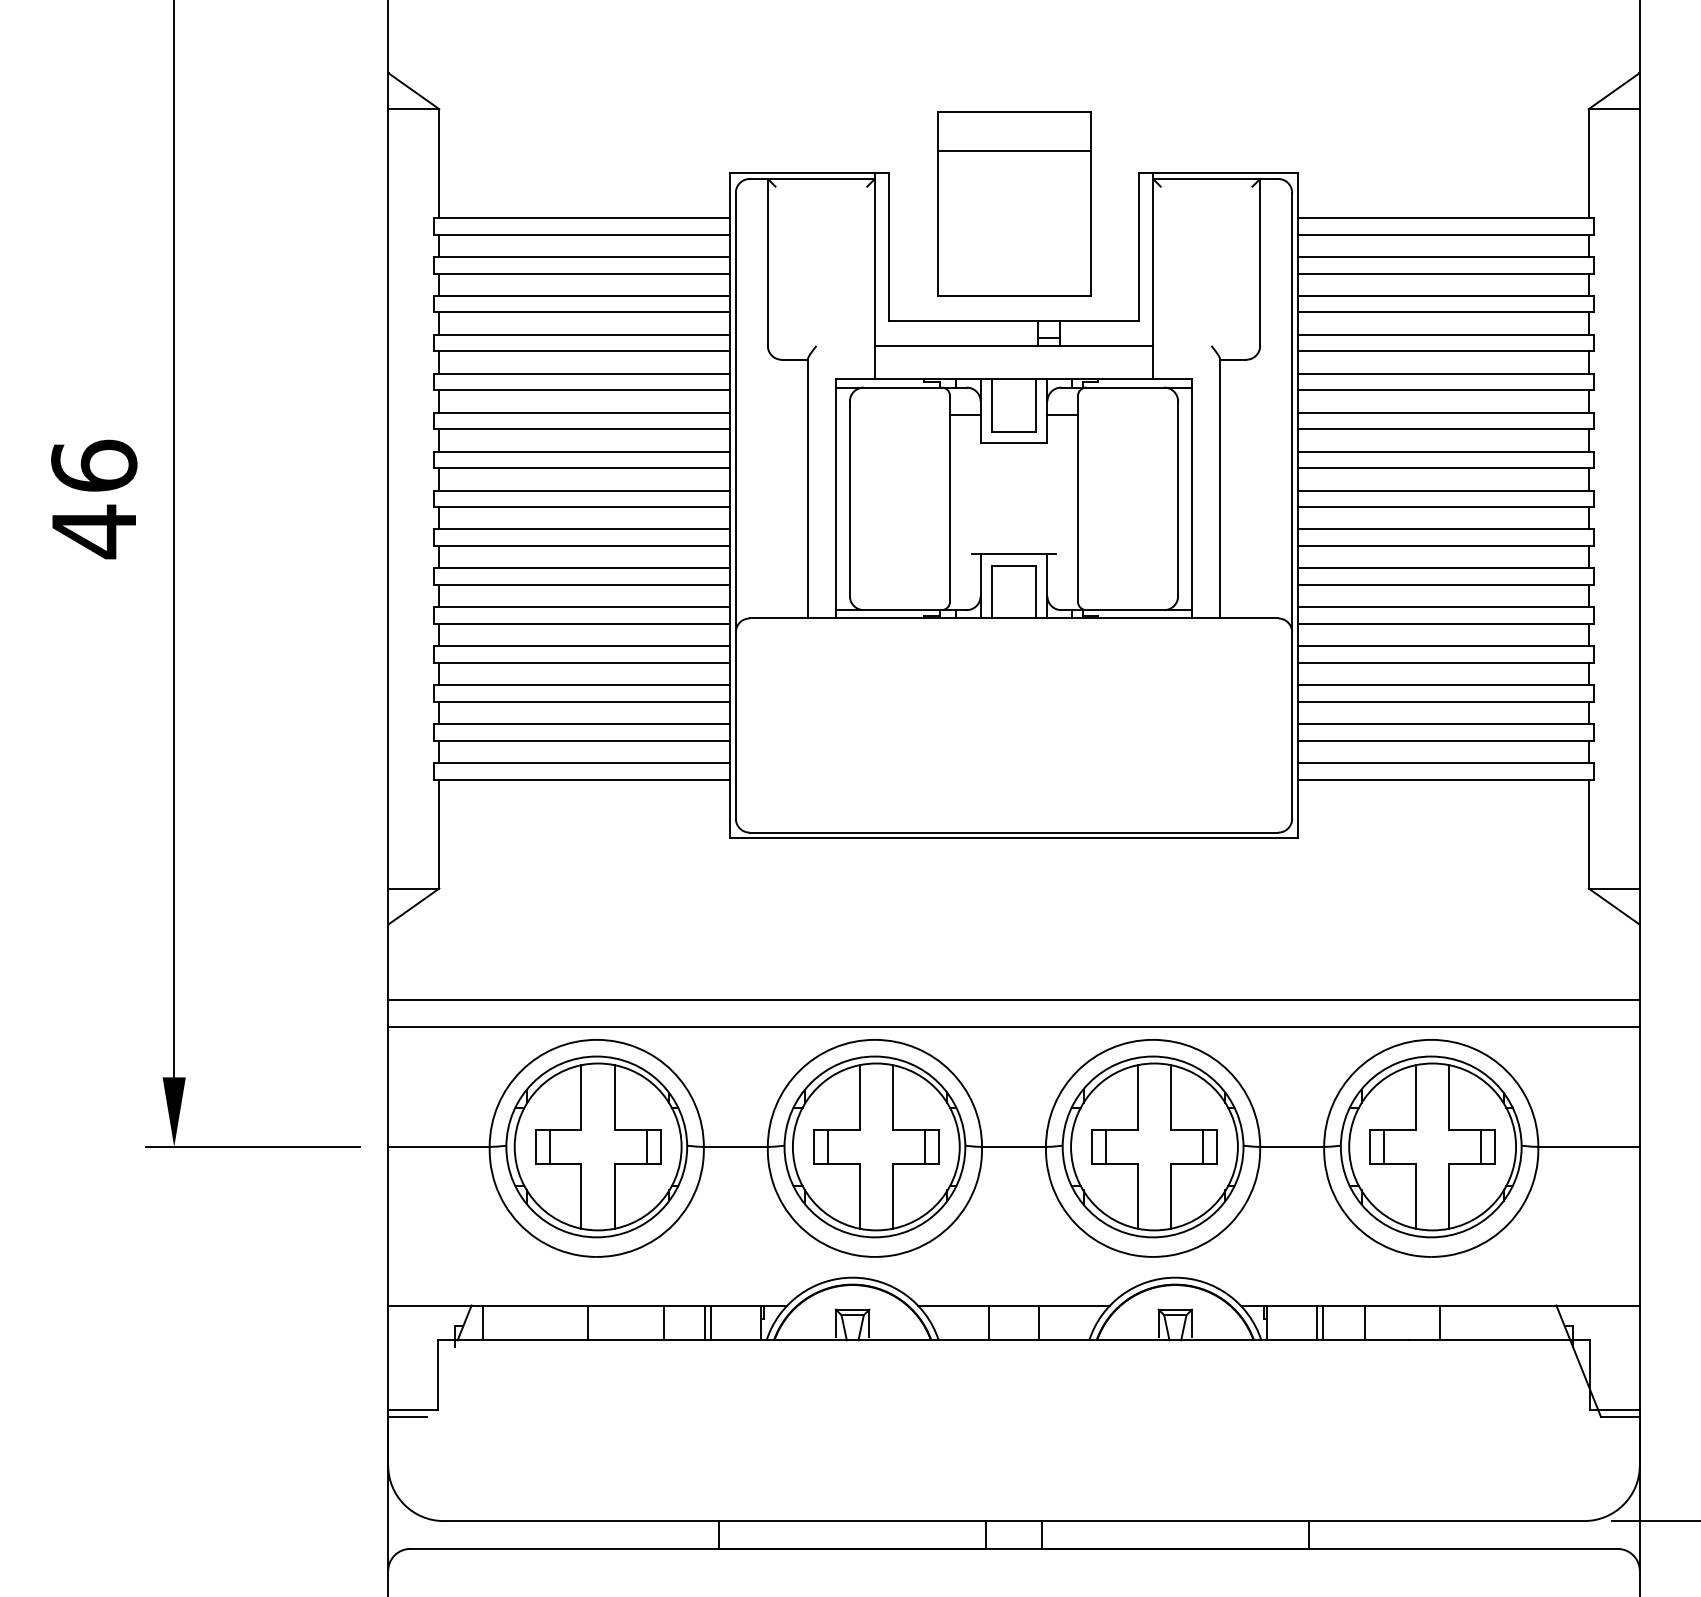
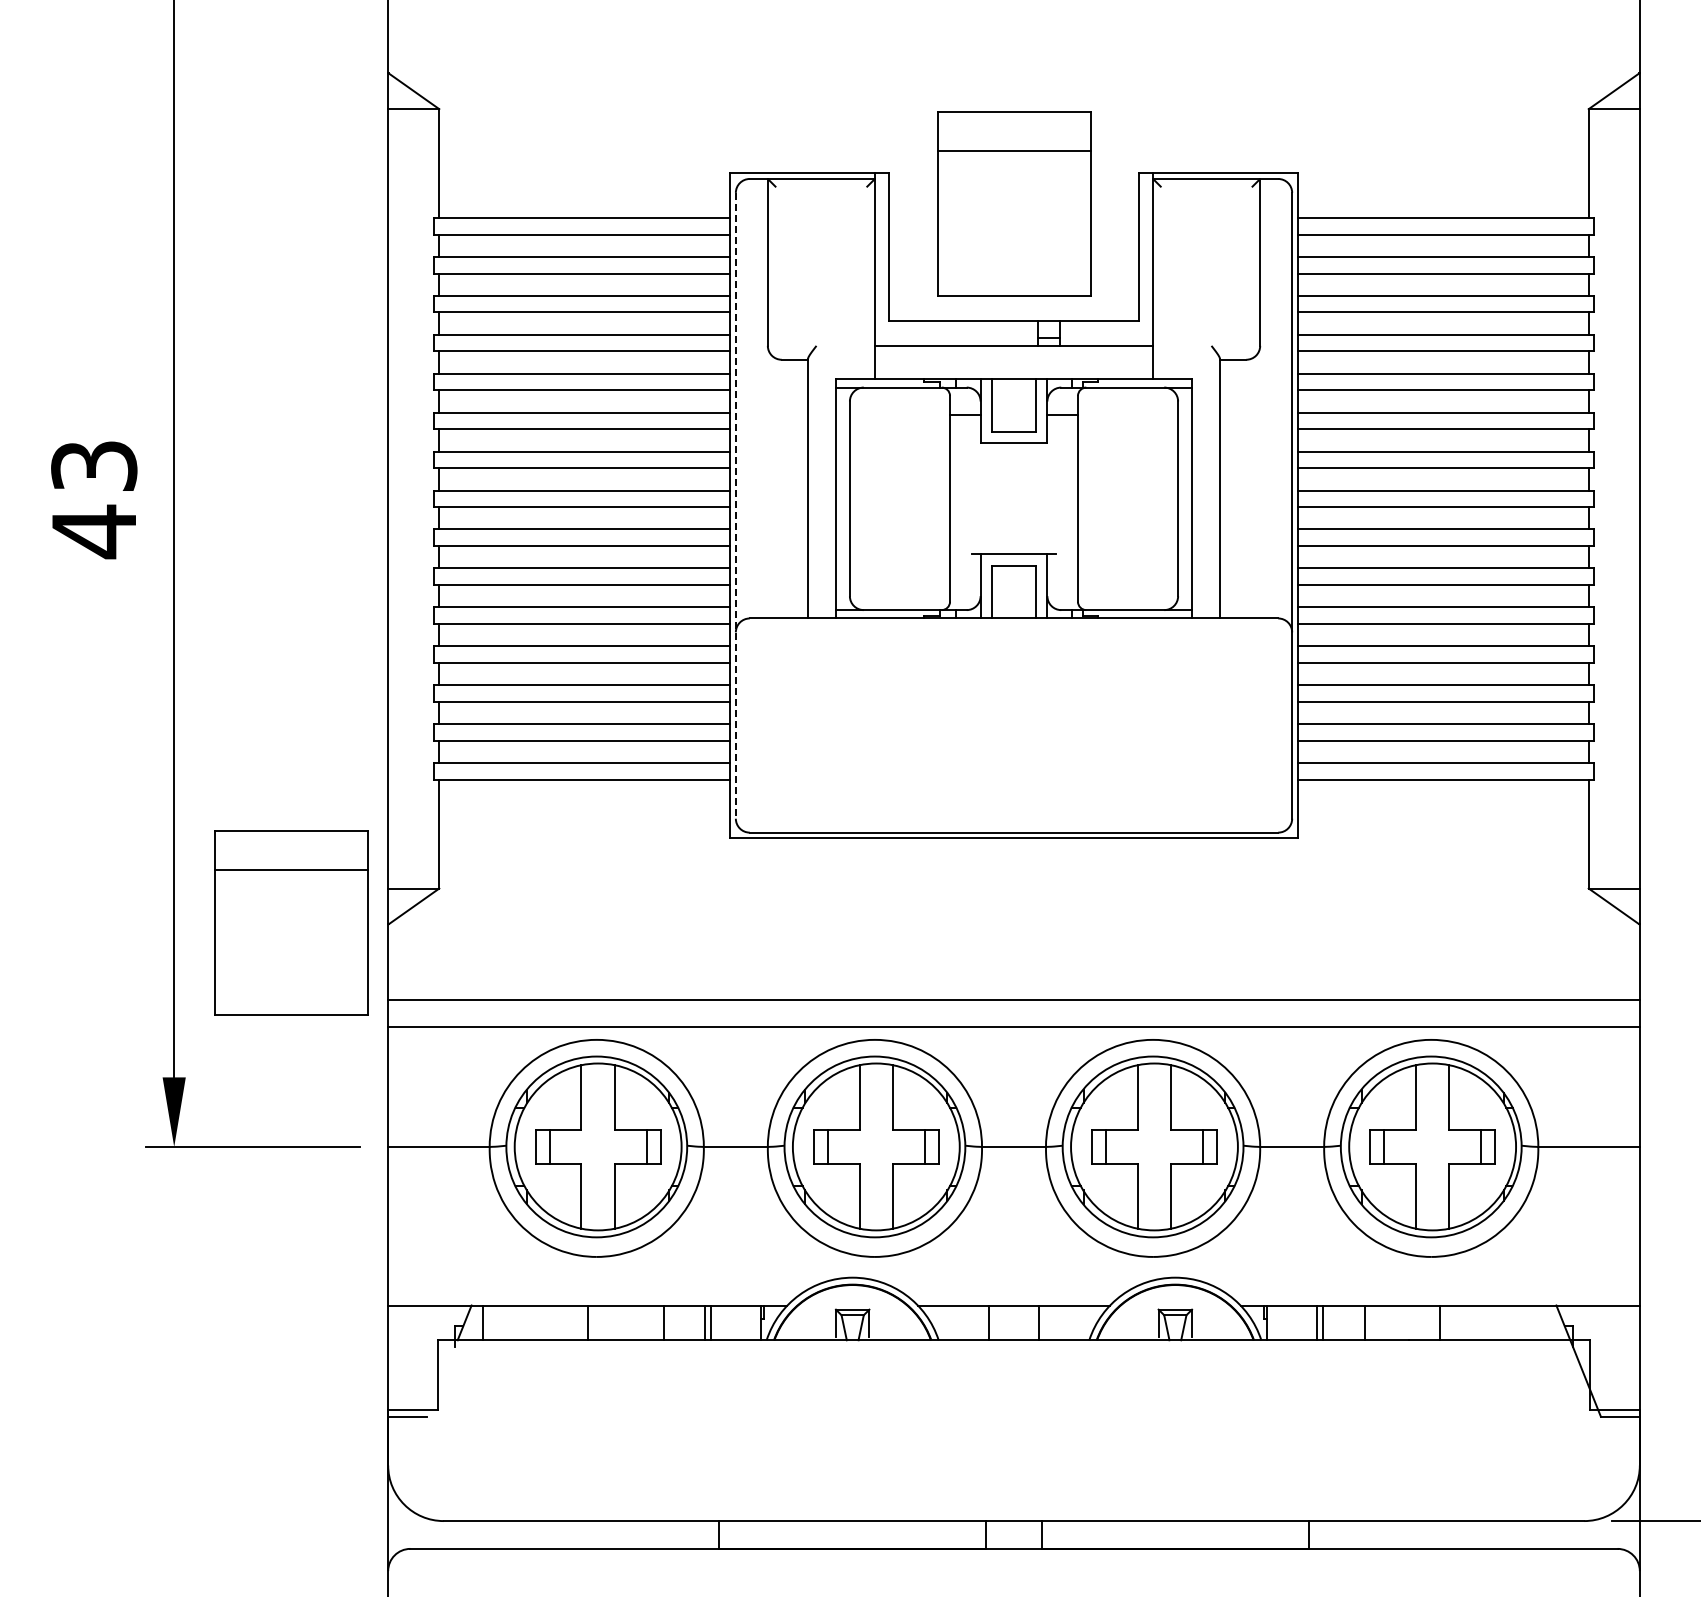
text at (94, 465): 46 -> 43
line at (735, 505): solid -> dashed
part at (291, 922): none -> present
